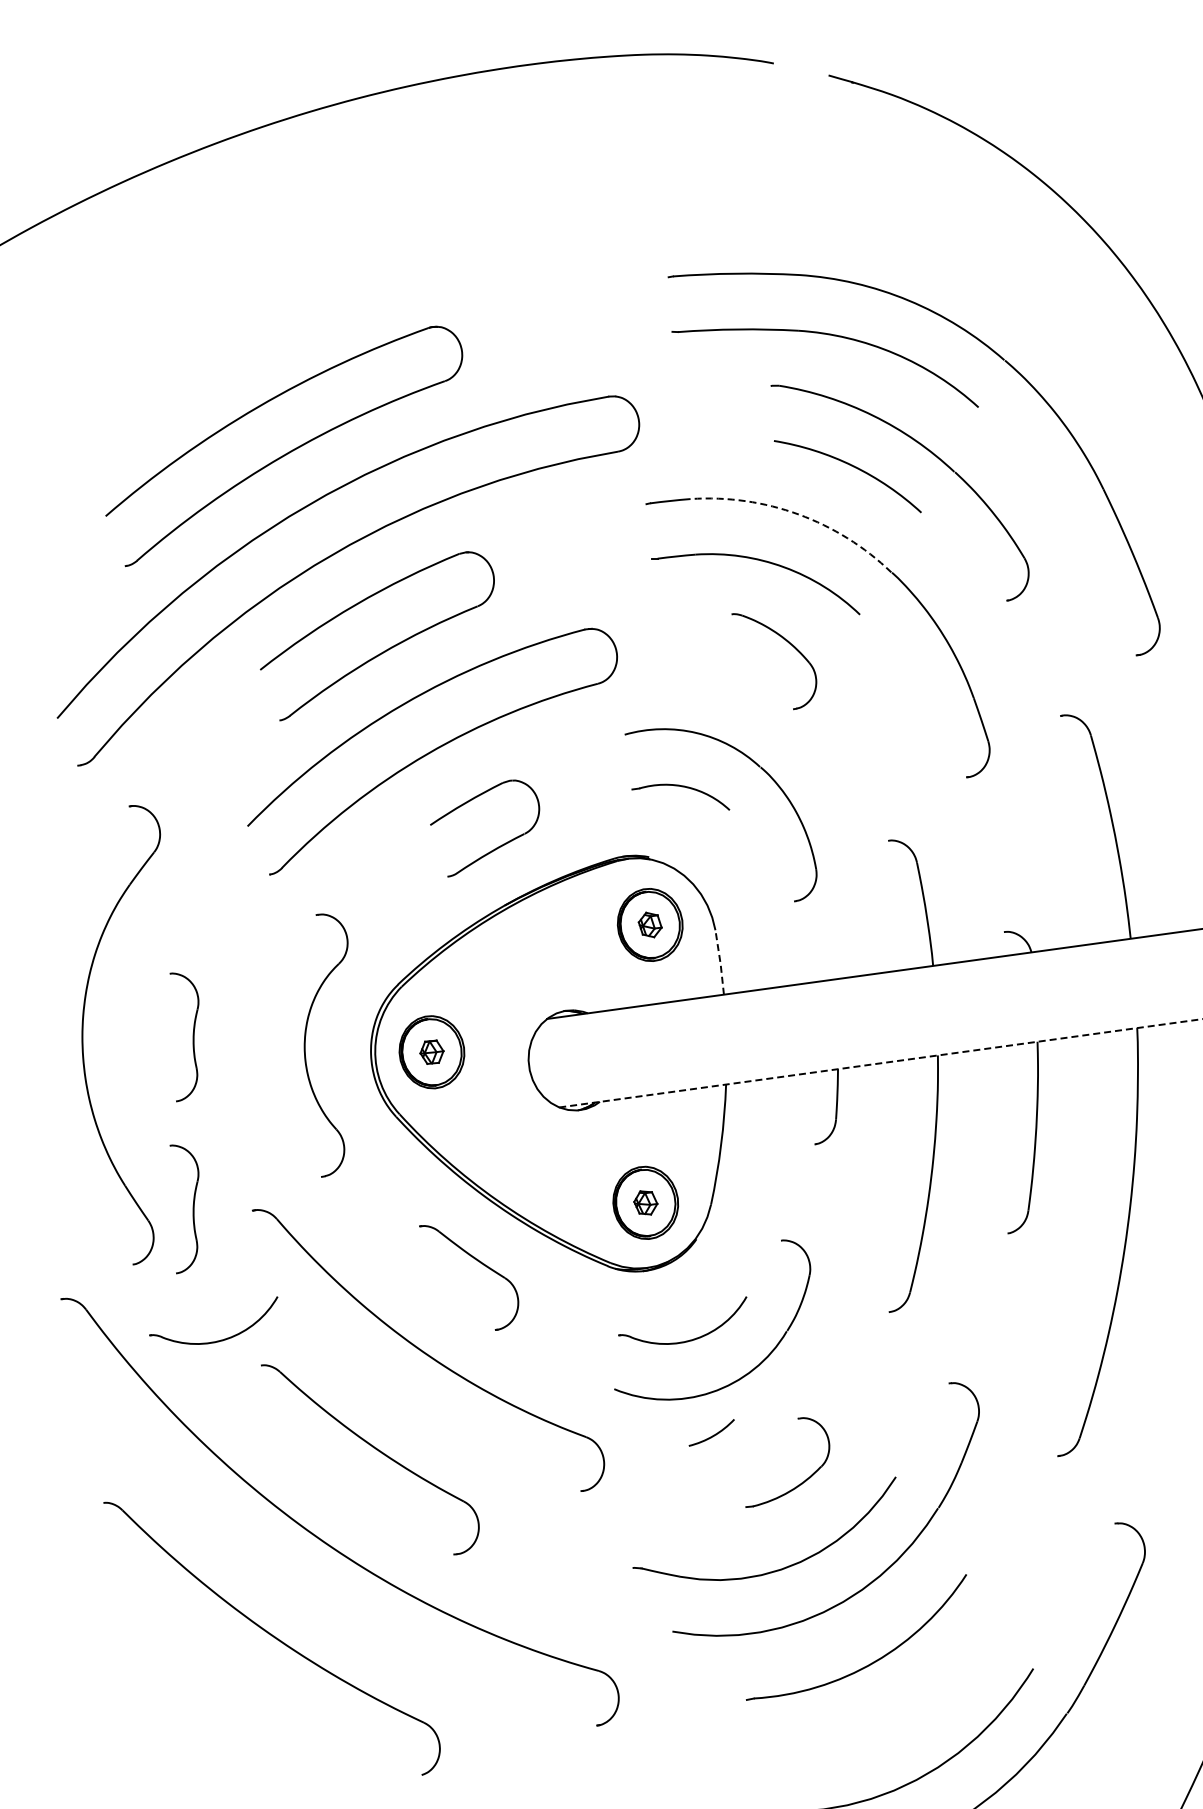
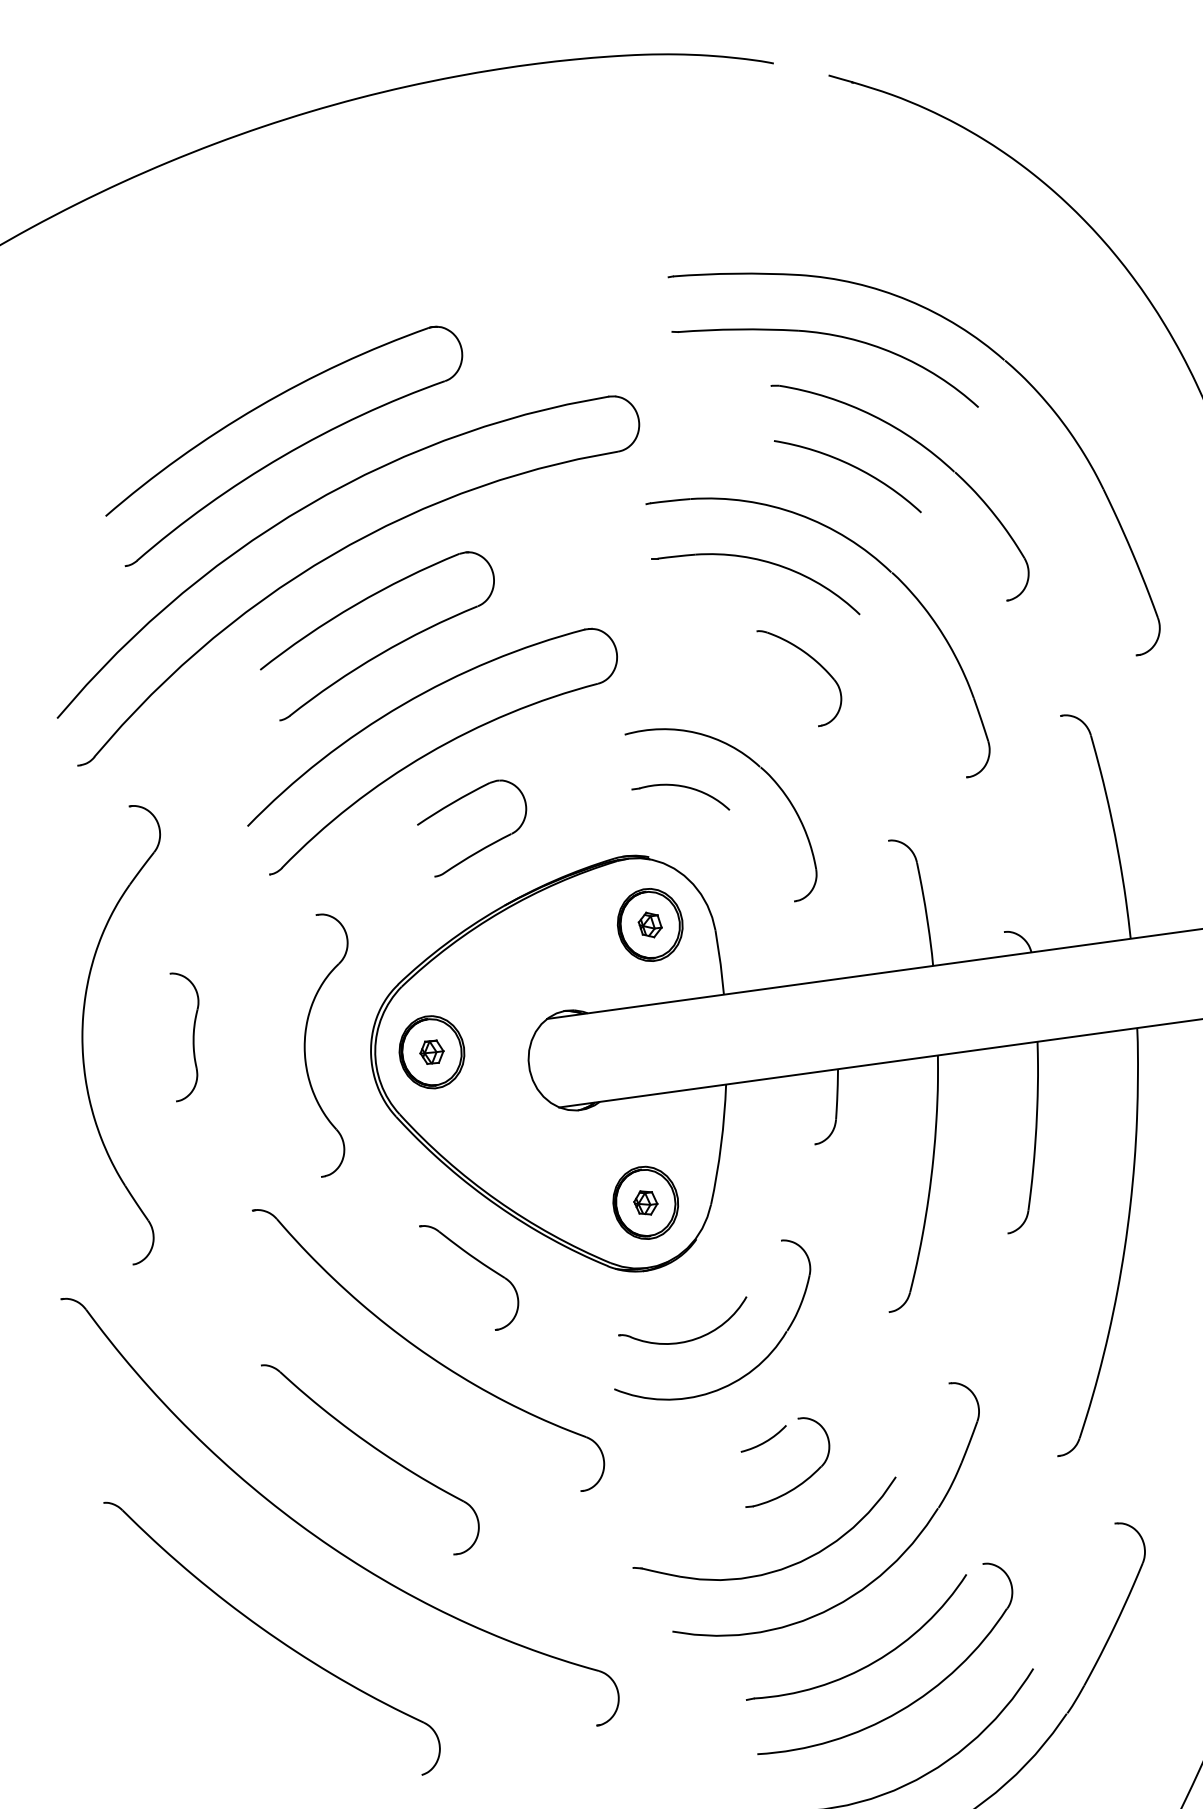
arc at (798, 514): dashed -> solid
part at (789, 644) position: (789, 644) -> (814, 661)
part at (494, 848) position: (494, 848) -> (481, 848)
line at (720, 962): dashed -> solid
line at (881, 1063): dashed -> solid
part at (192, 1209): present -> none
part at (217, 1340): present -> none
arc at (713, 1434) position: (713, 1434) -> (765, 1440)
part at (913, 1701): none -> present
